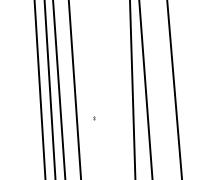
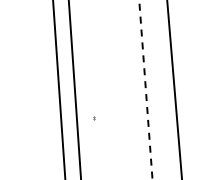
line at (39, 89): present -> none
line at (49, 89): present -> none
line at (132, 89): present -> none
line at (145, 90): solid -> dashed
